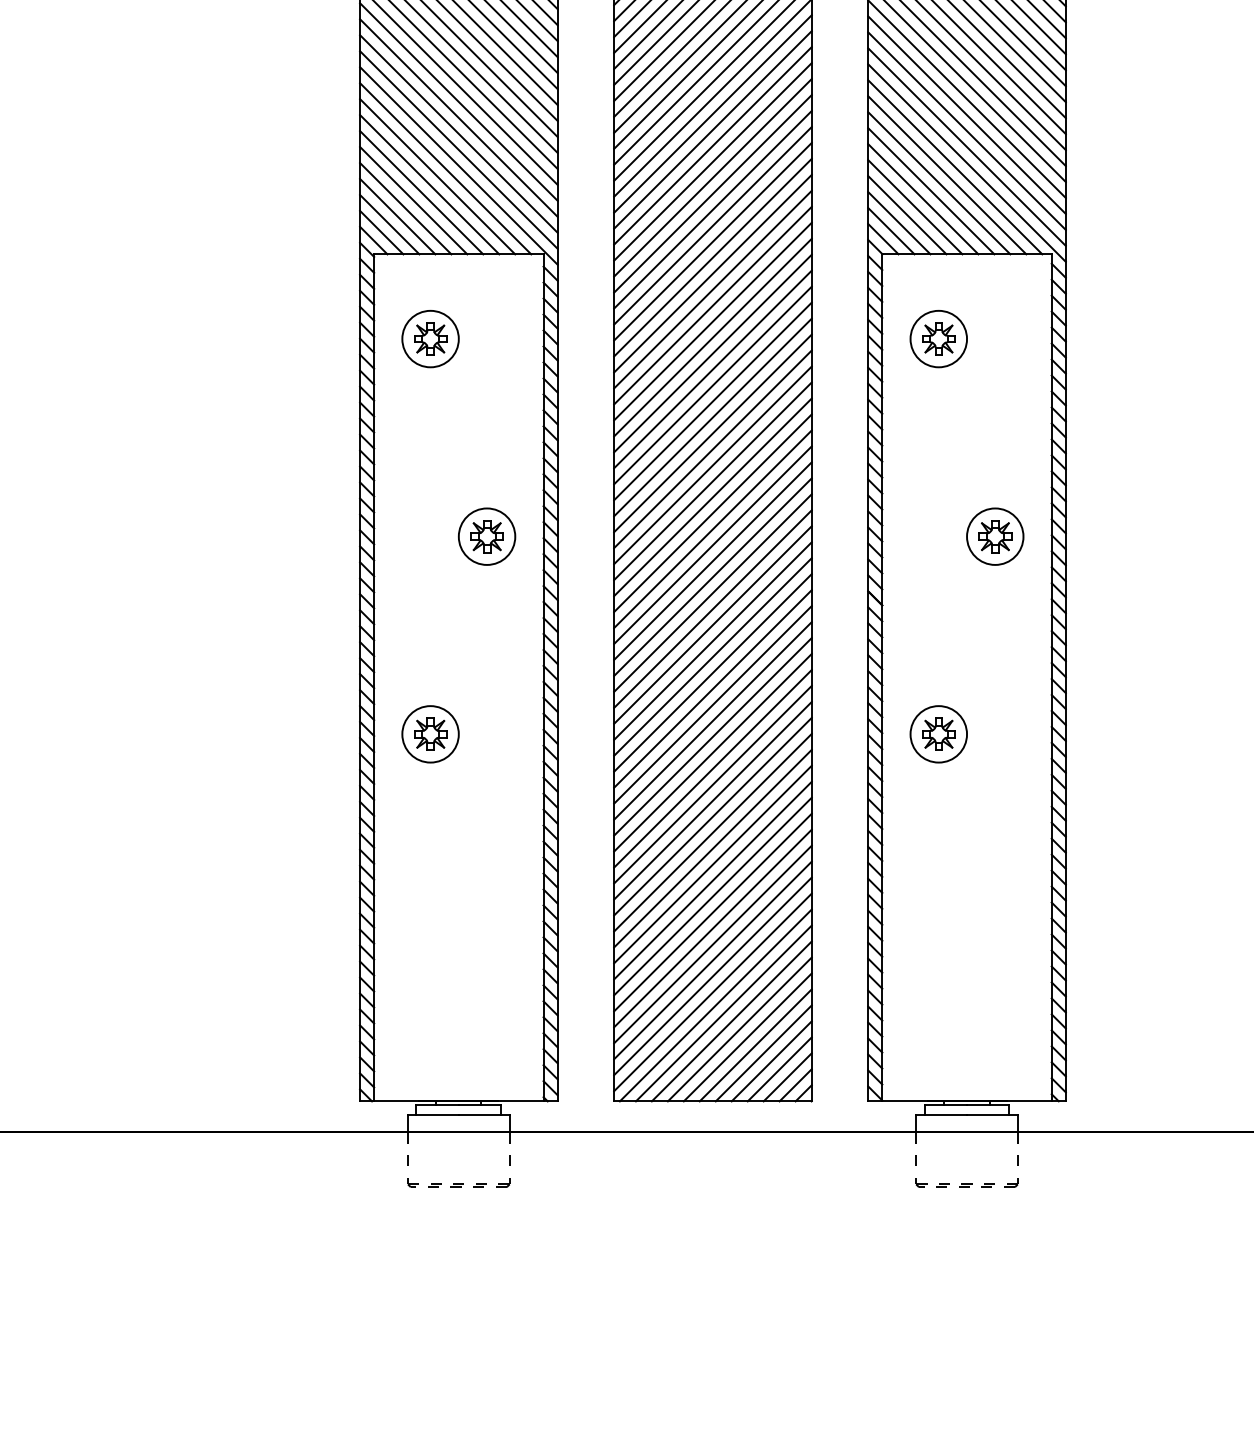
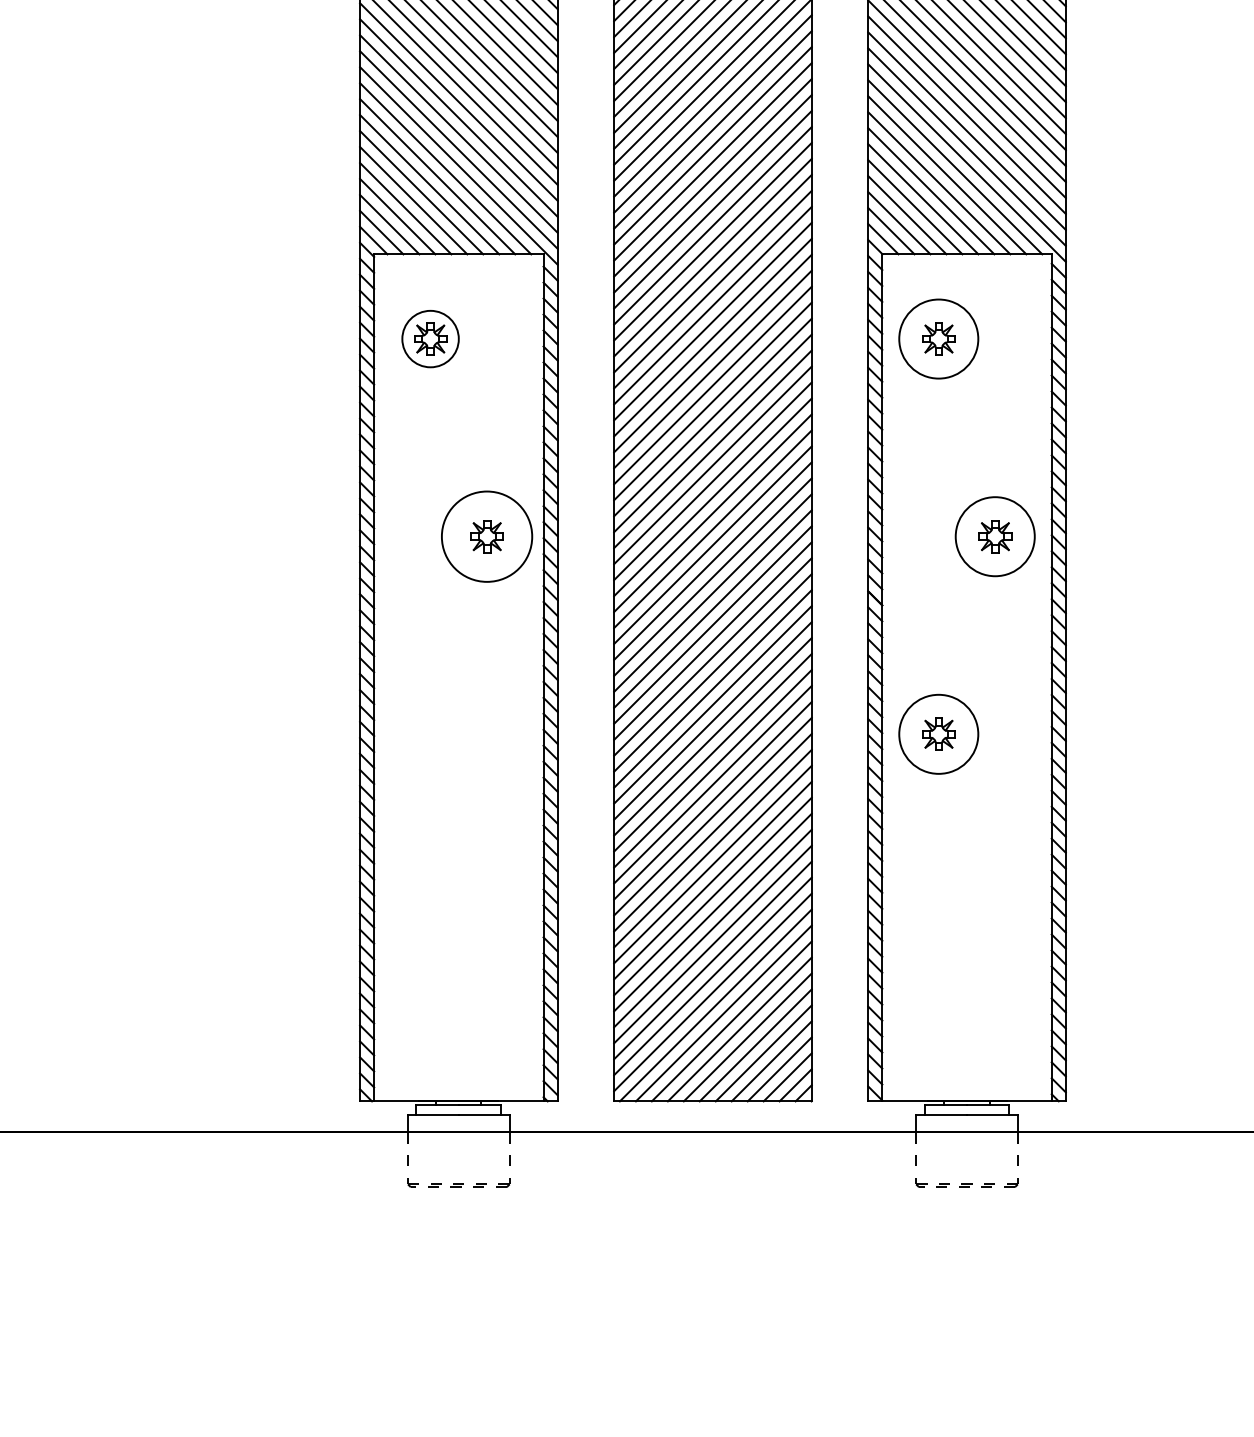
circle at (938, 338) diameter: 56 px -> 79 px
circle at (486, 536) diameter: 56 px -> 90 px
circle at (995, 536) diameter: 56 px -> 79 px
part at (430, 734): present -> none
circle at (938, 734) diameter: 56 px -> 79 px
